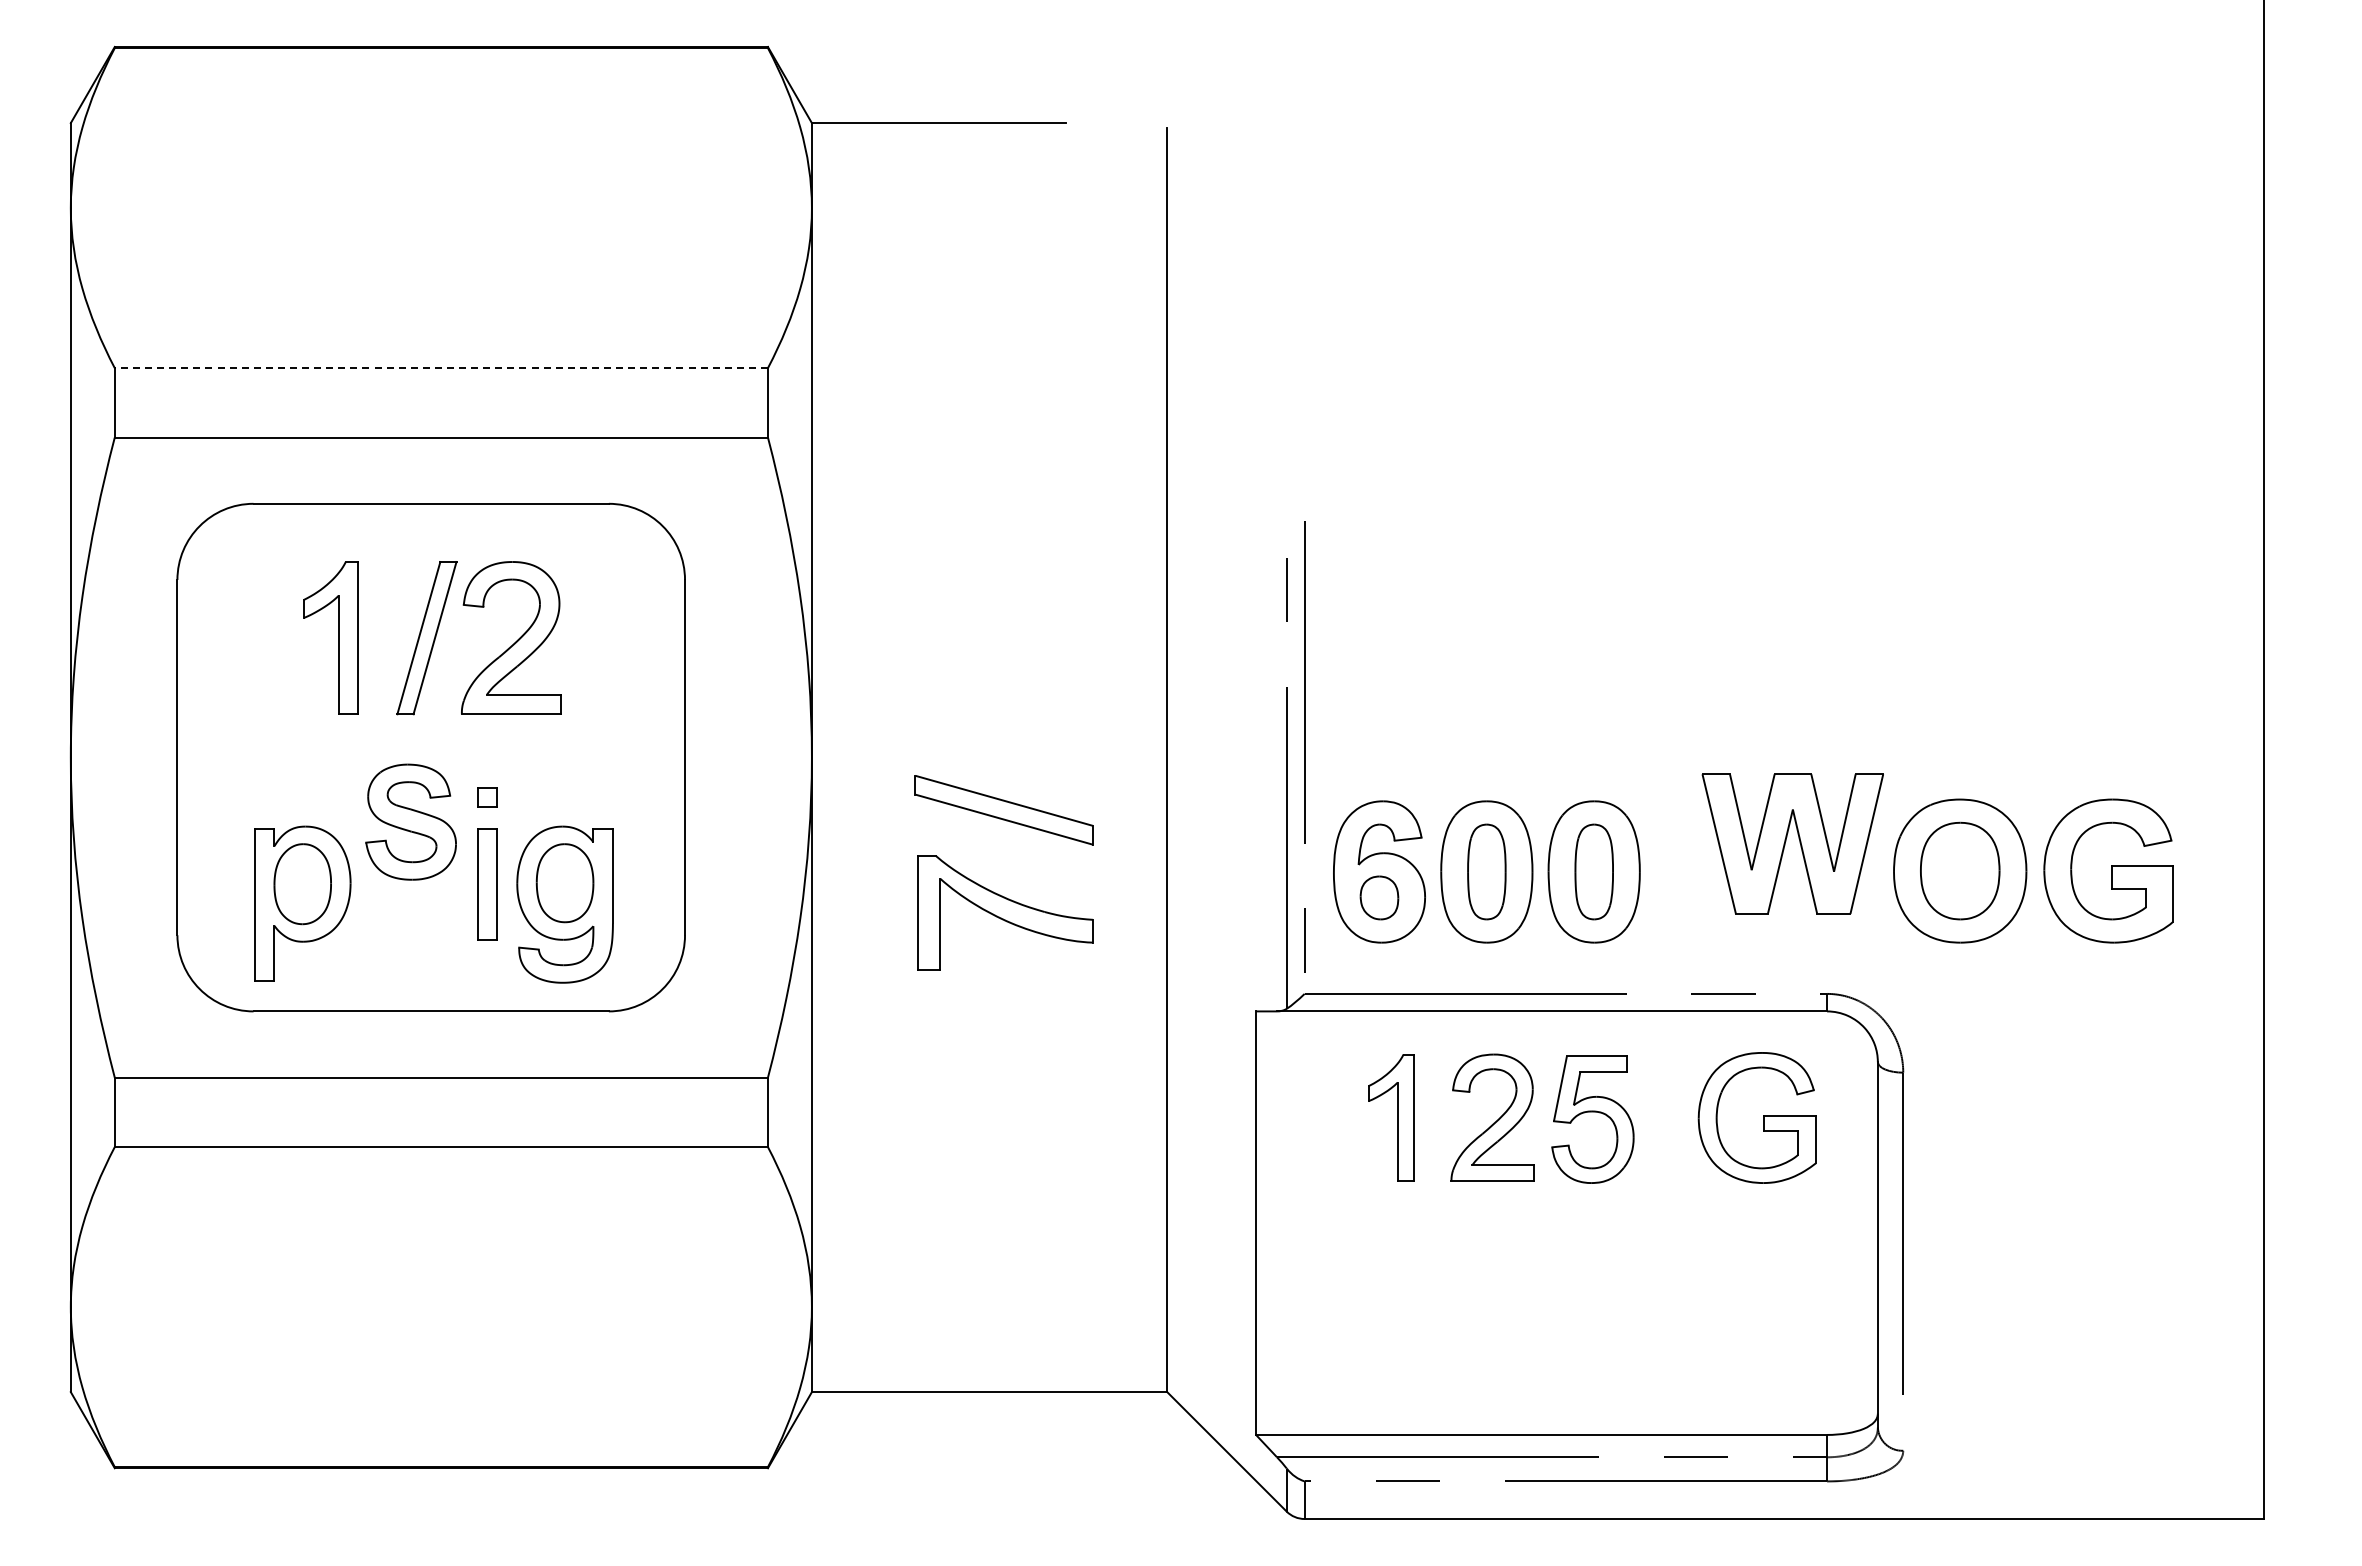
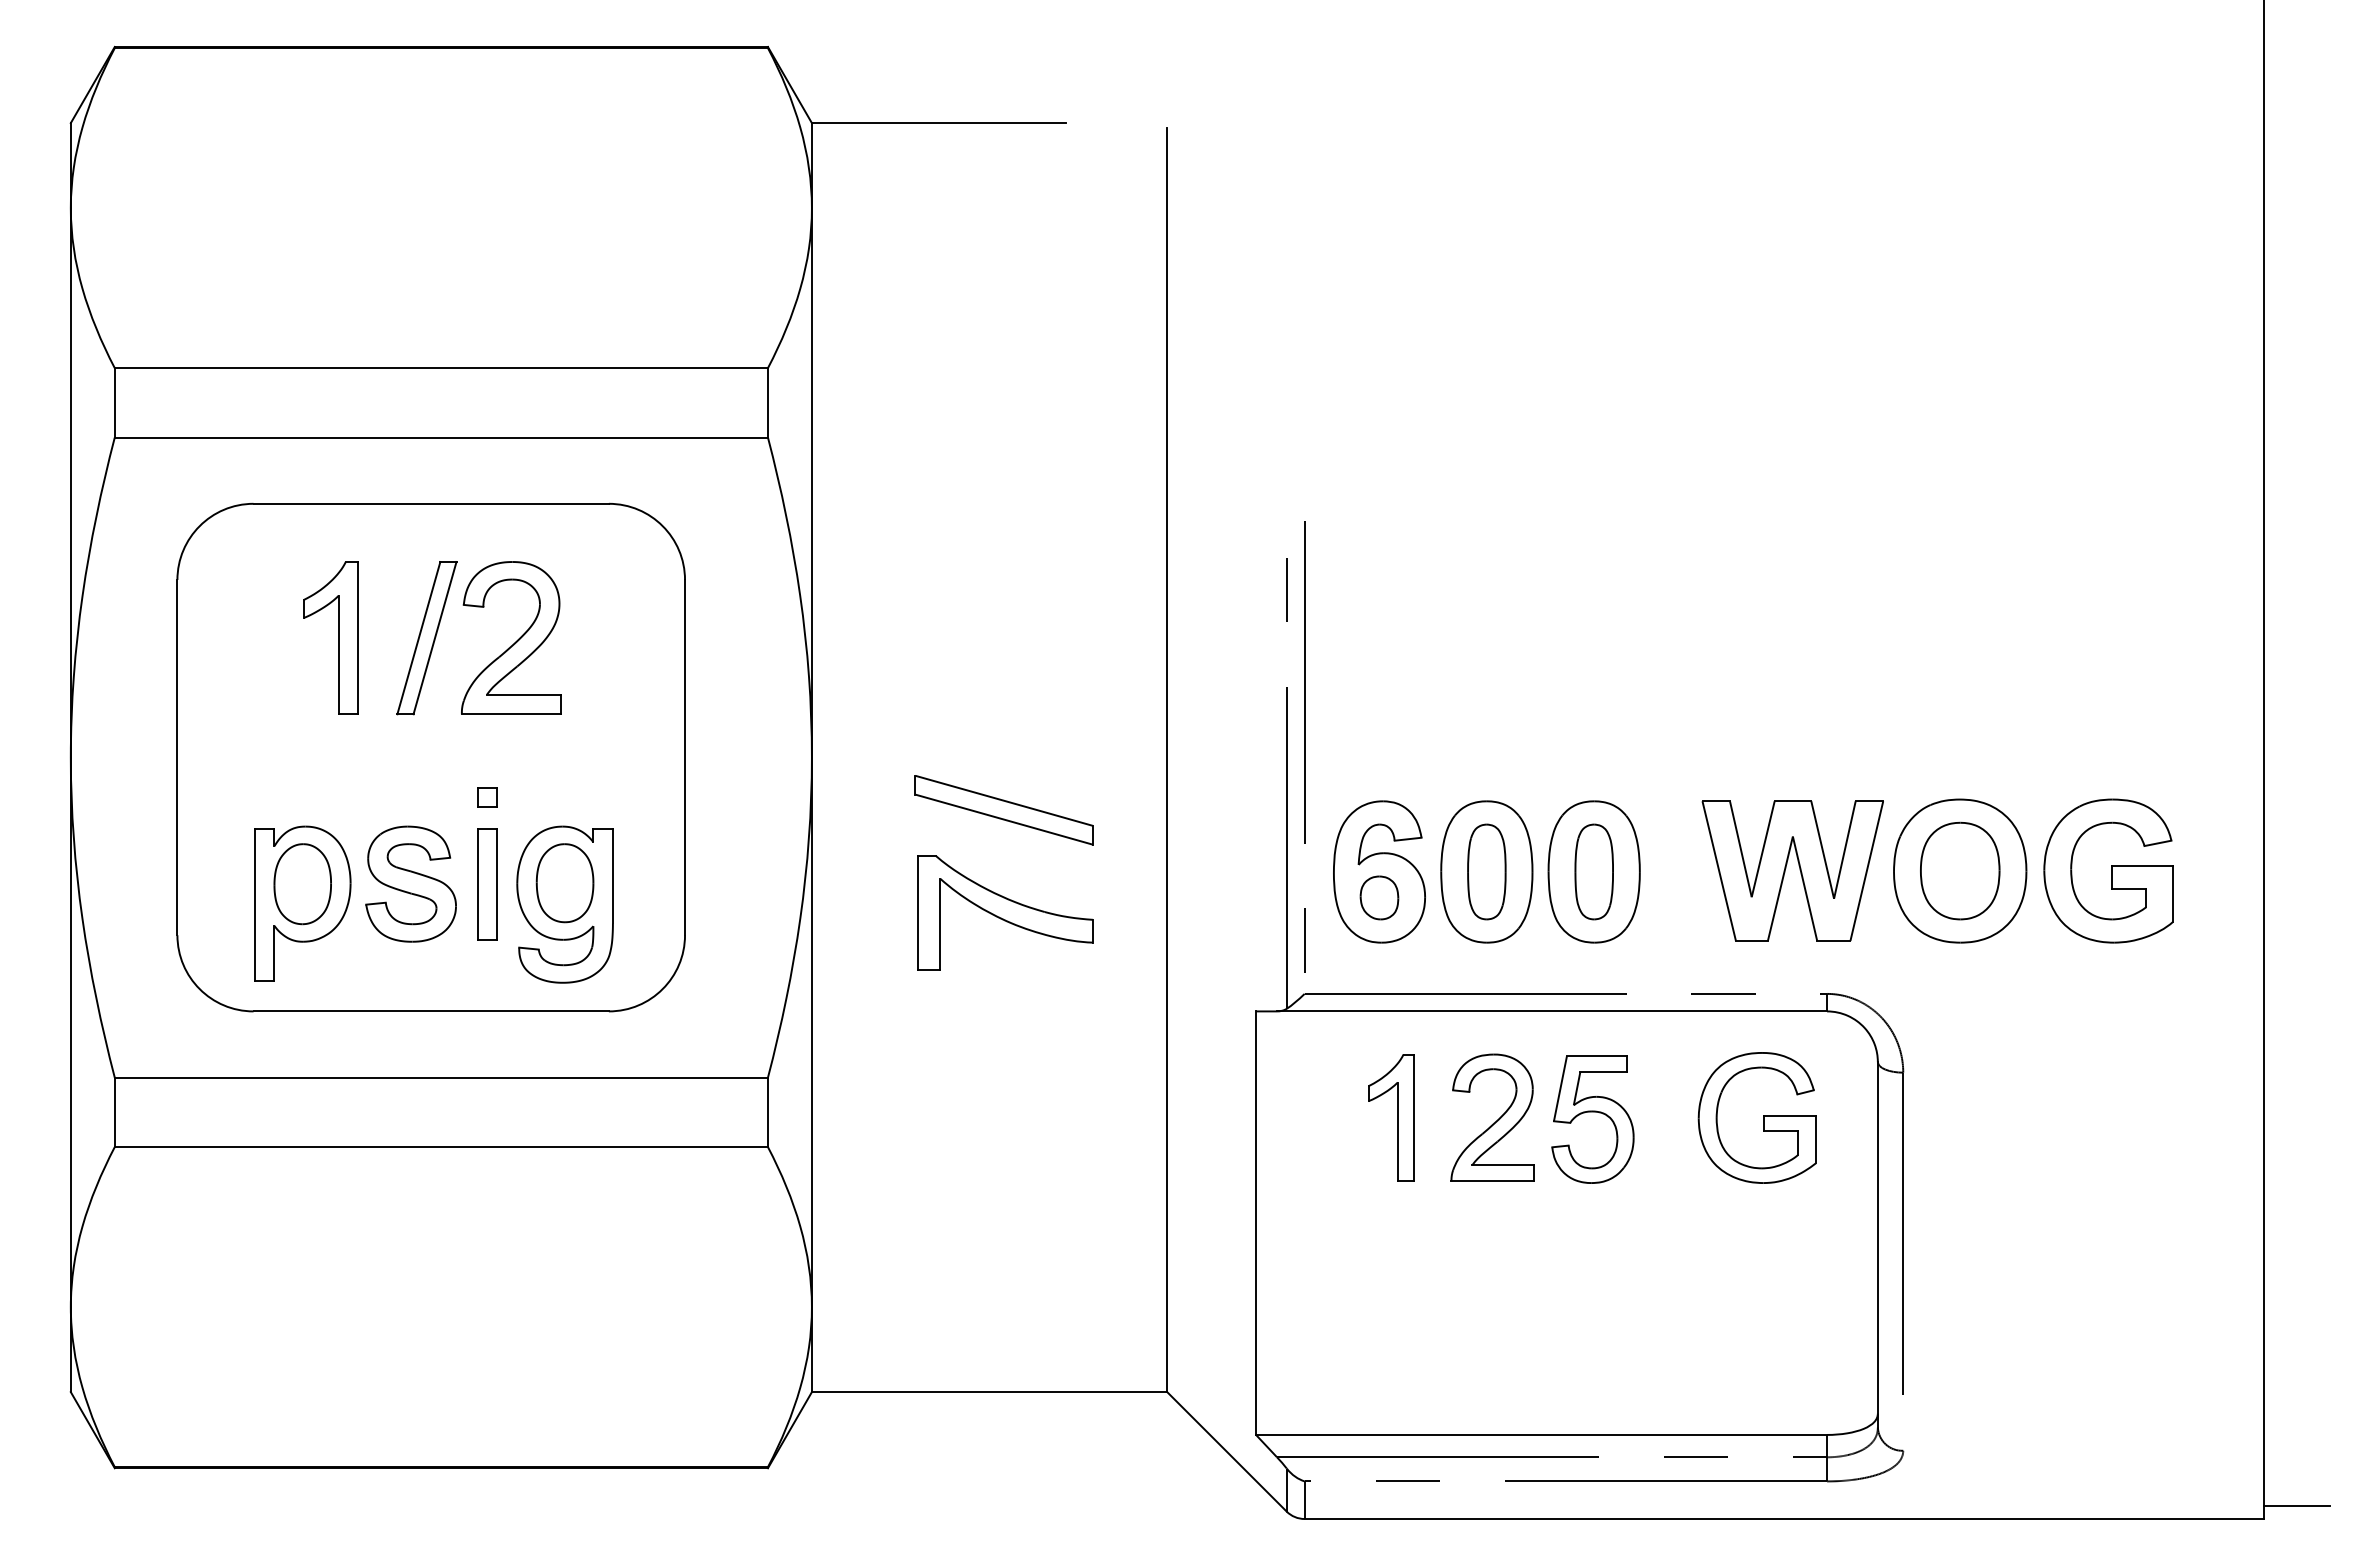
line at (441, 368): dashed -> solid
part at (410, 821) position: (410, 821) -> (410, 883)
part at (1786, 841) position: (1786, 841) -> (1786, 868)
line at (2296, 1506): none -> present
